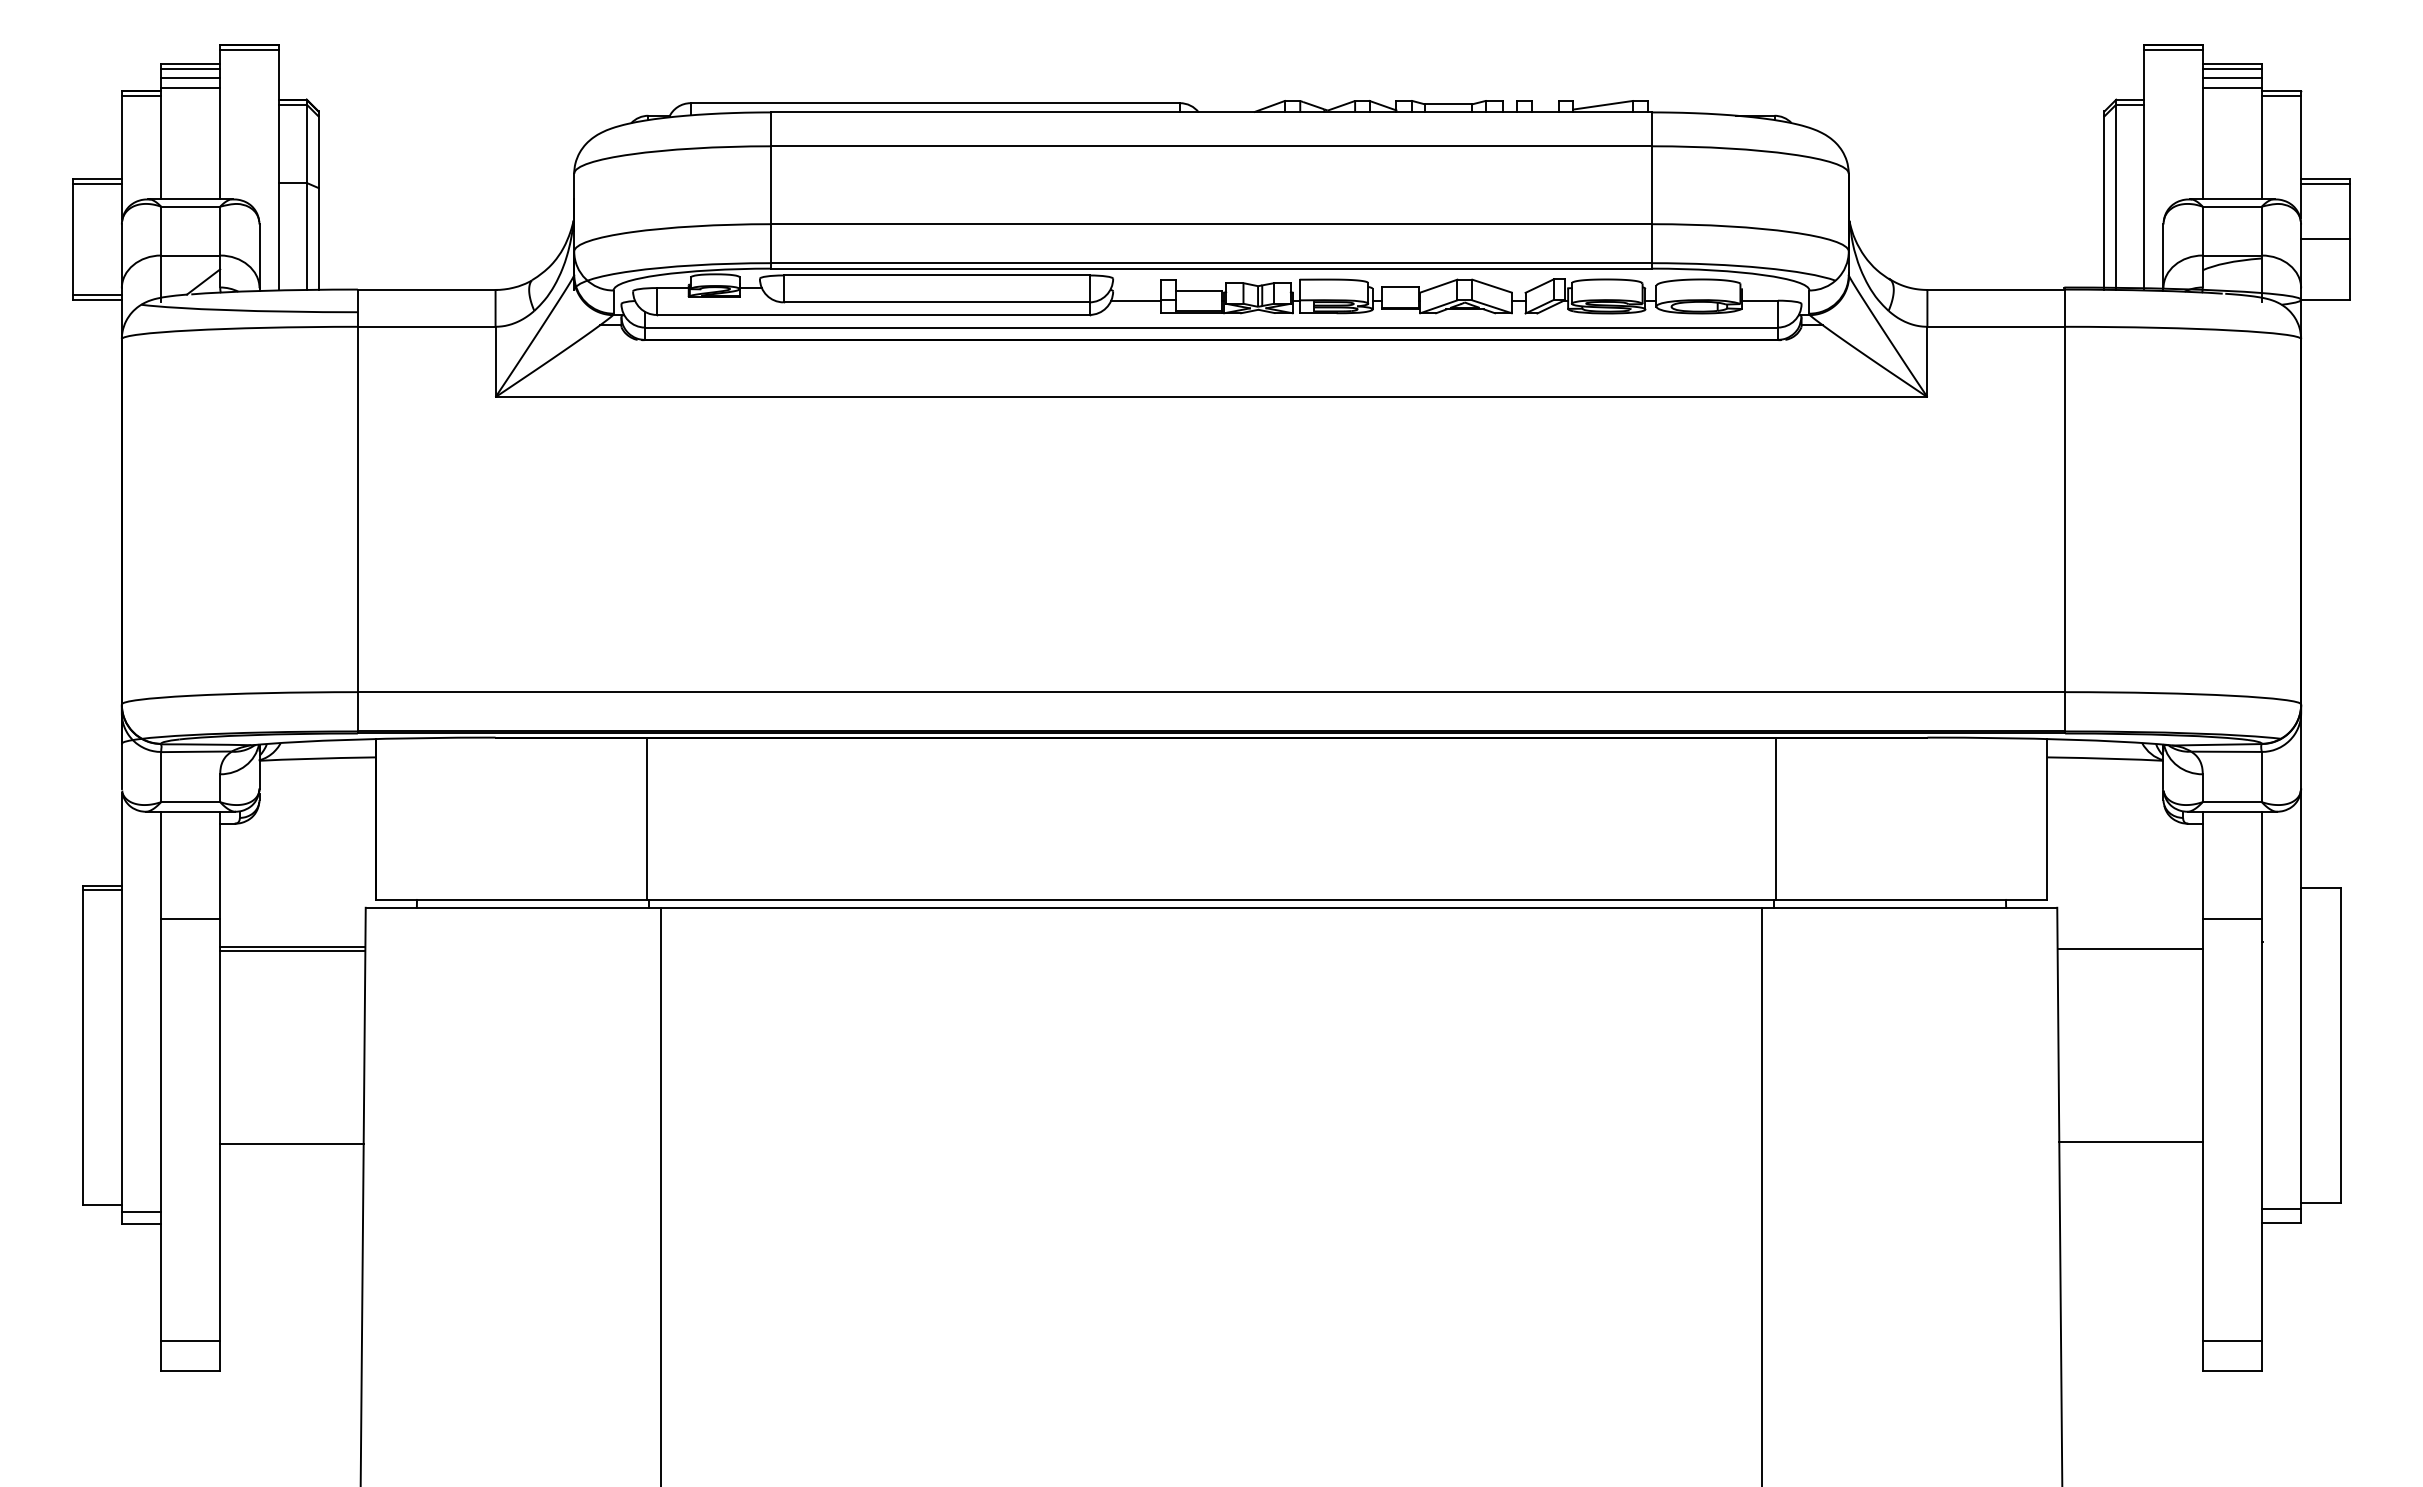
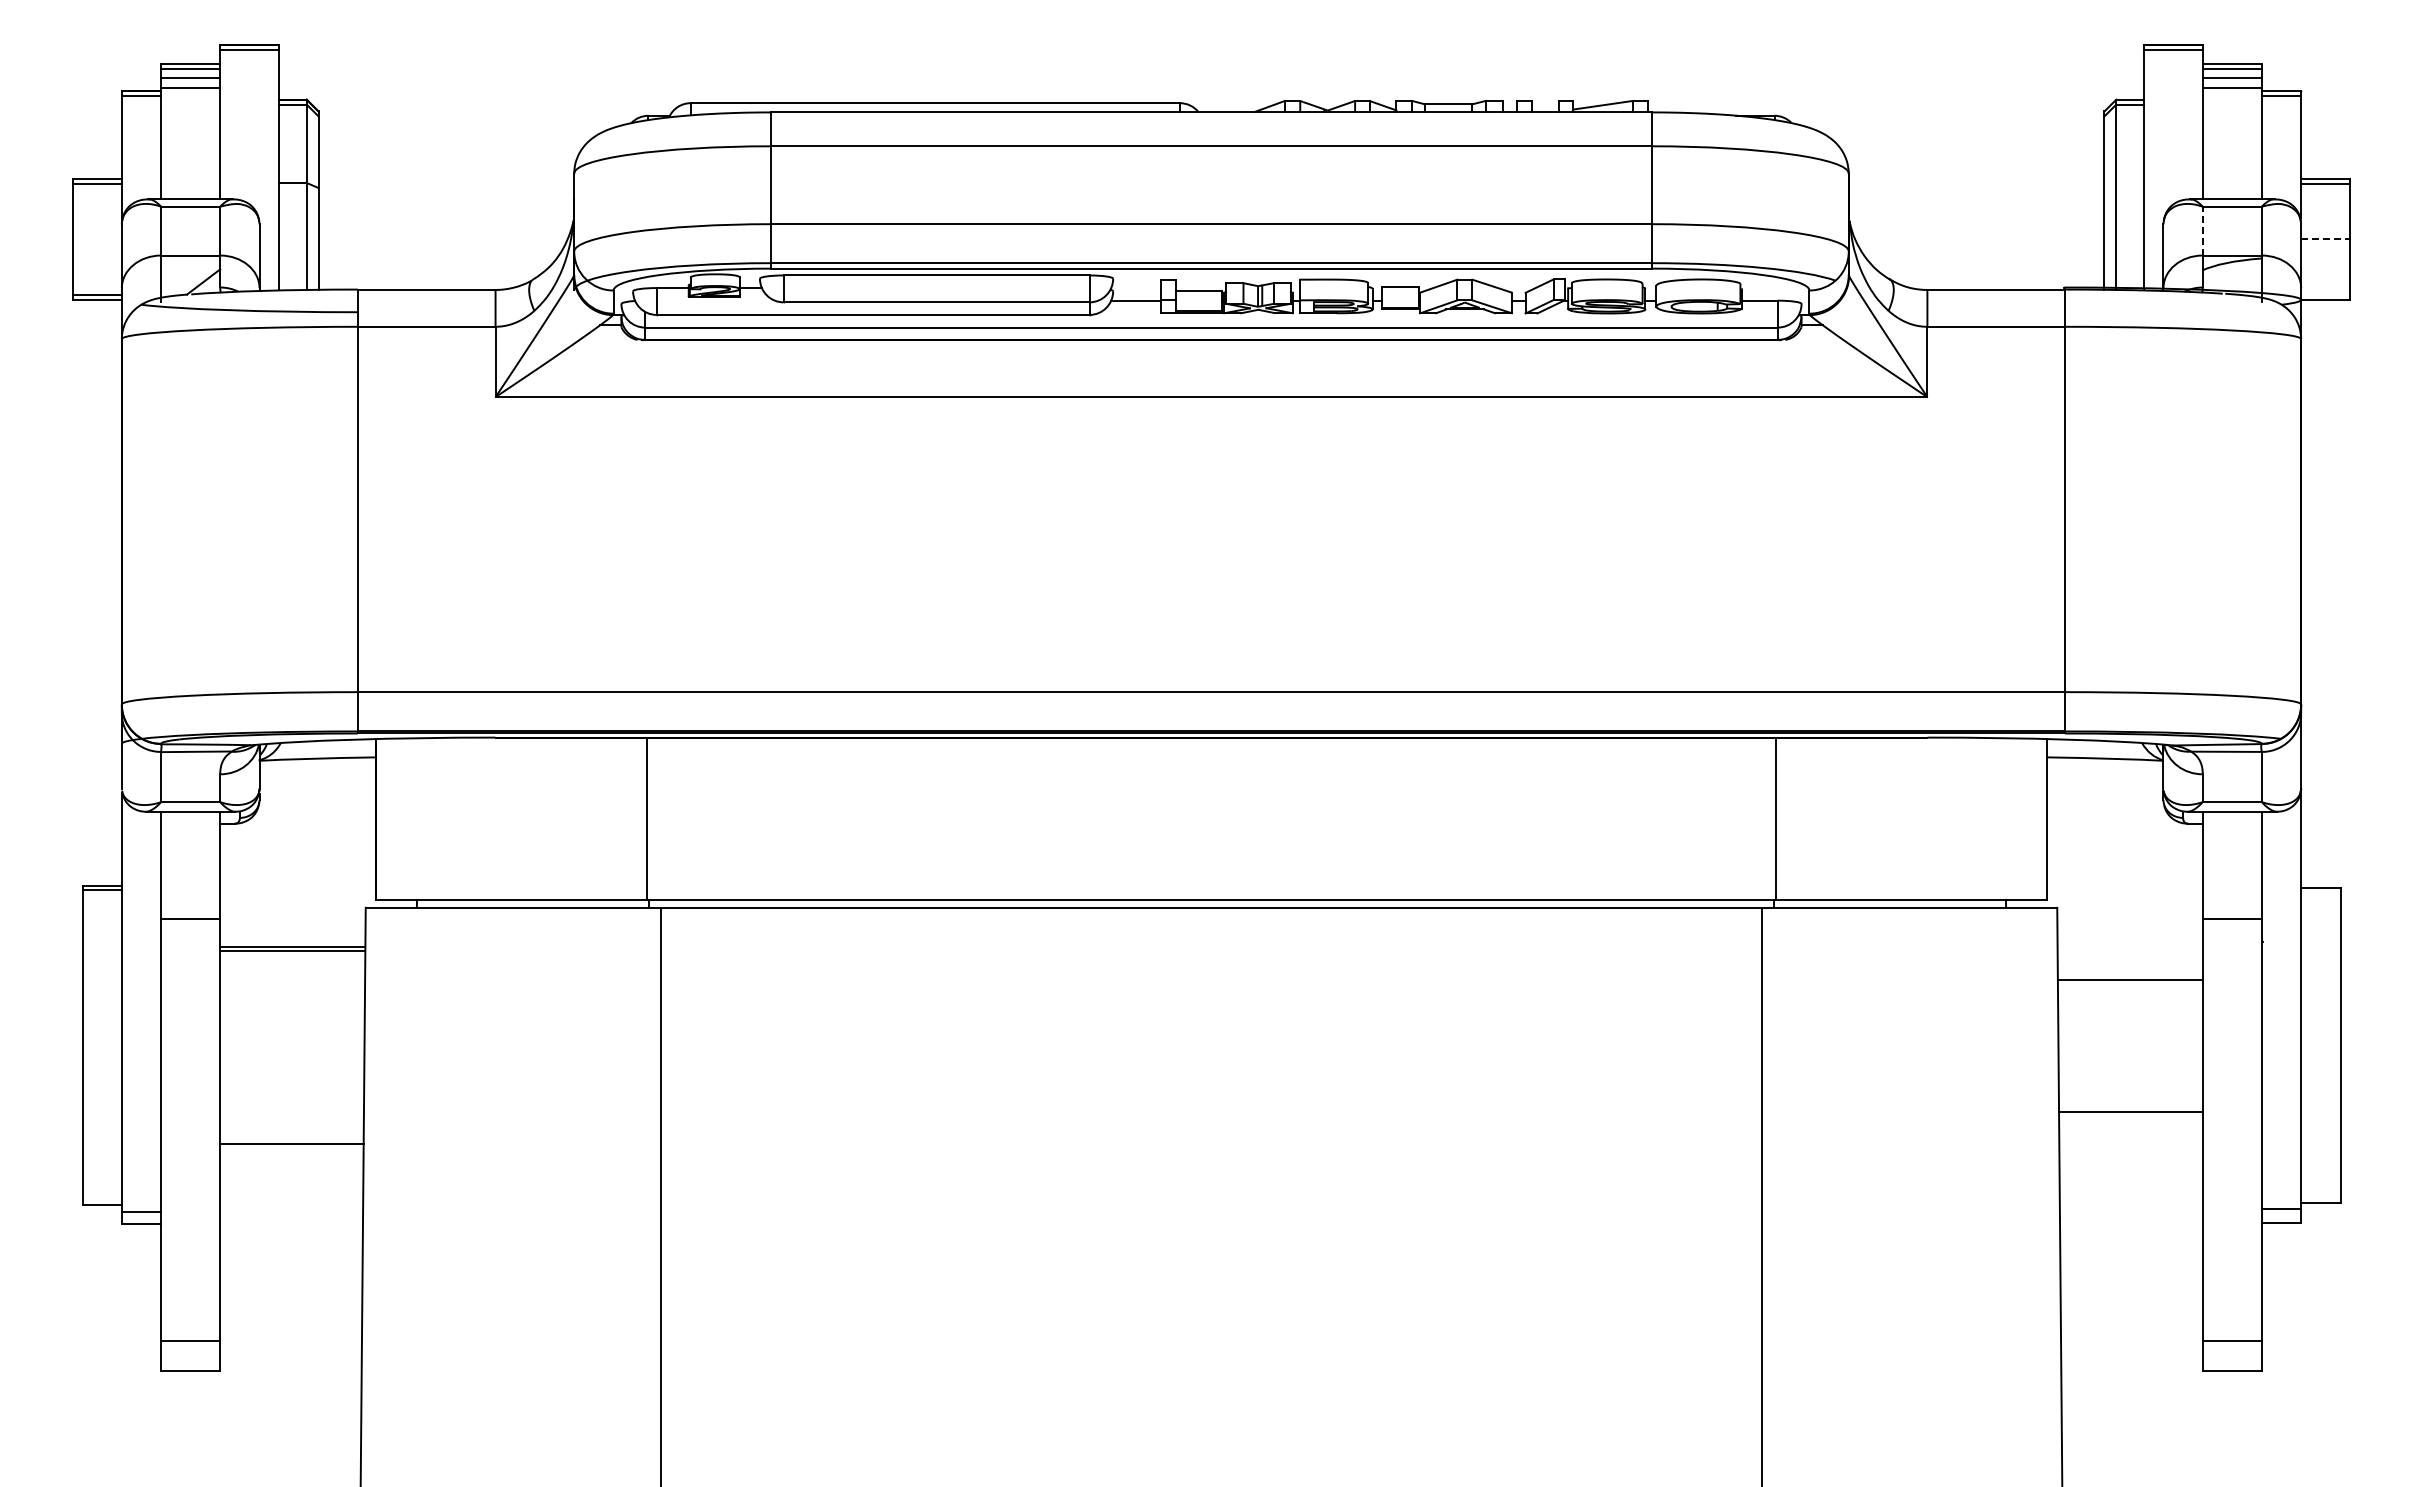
line at (2202, 230): solid -> dashed
line at (2325, 239): solid -> dashed
line at (2129, 949) position: (2129, 949) -> (2129, 980)
line at (2130, 1141) position: (2130, 1141) -> (2130, 1111)
